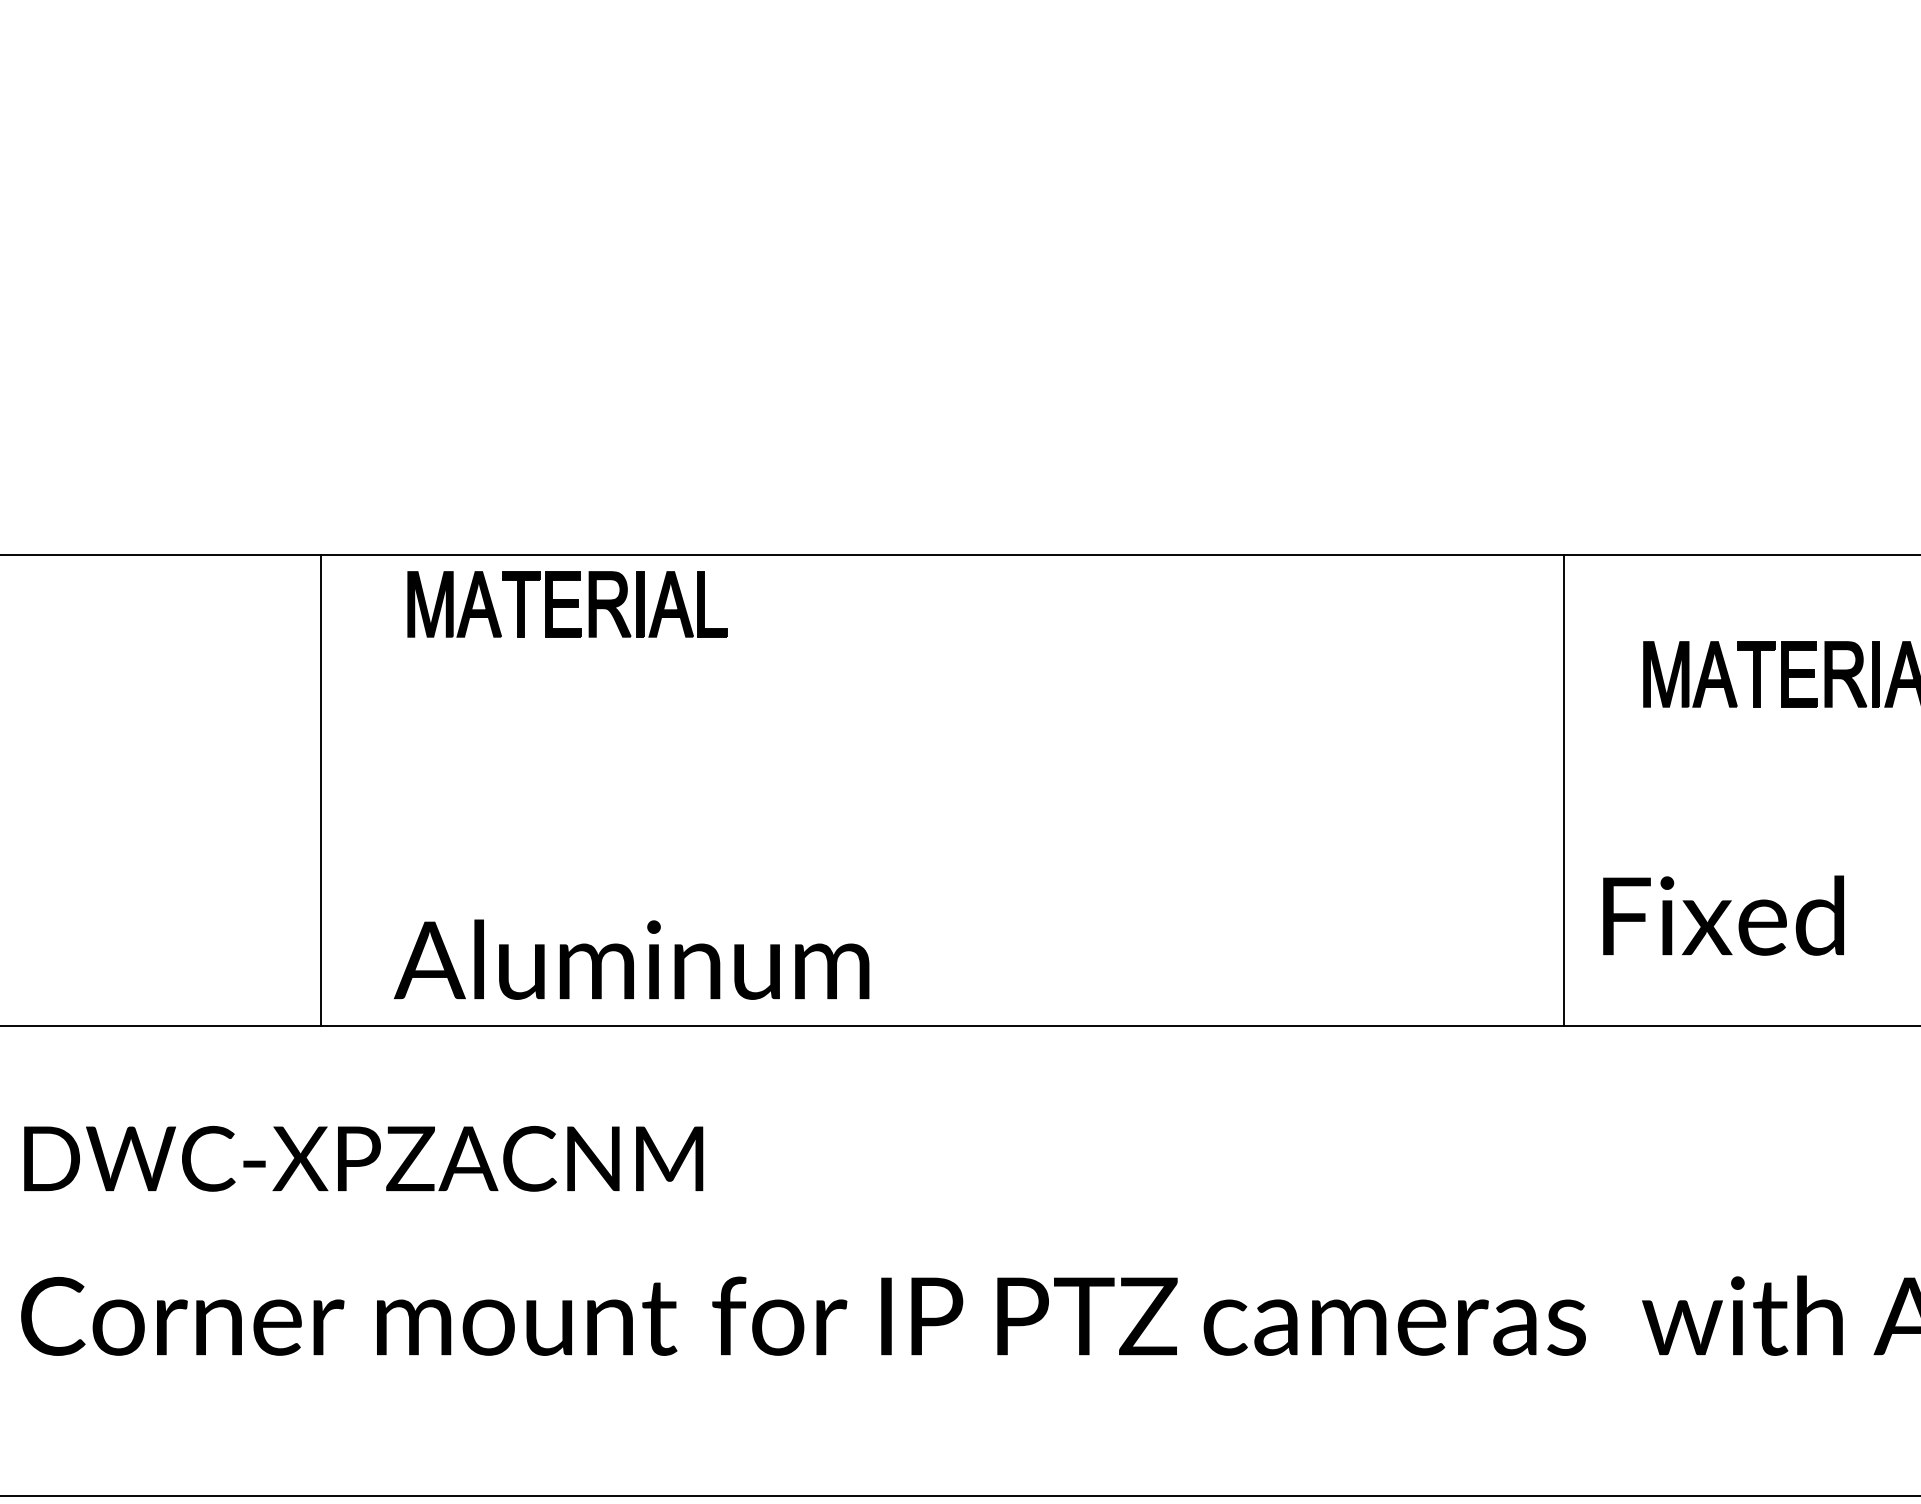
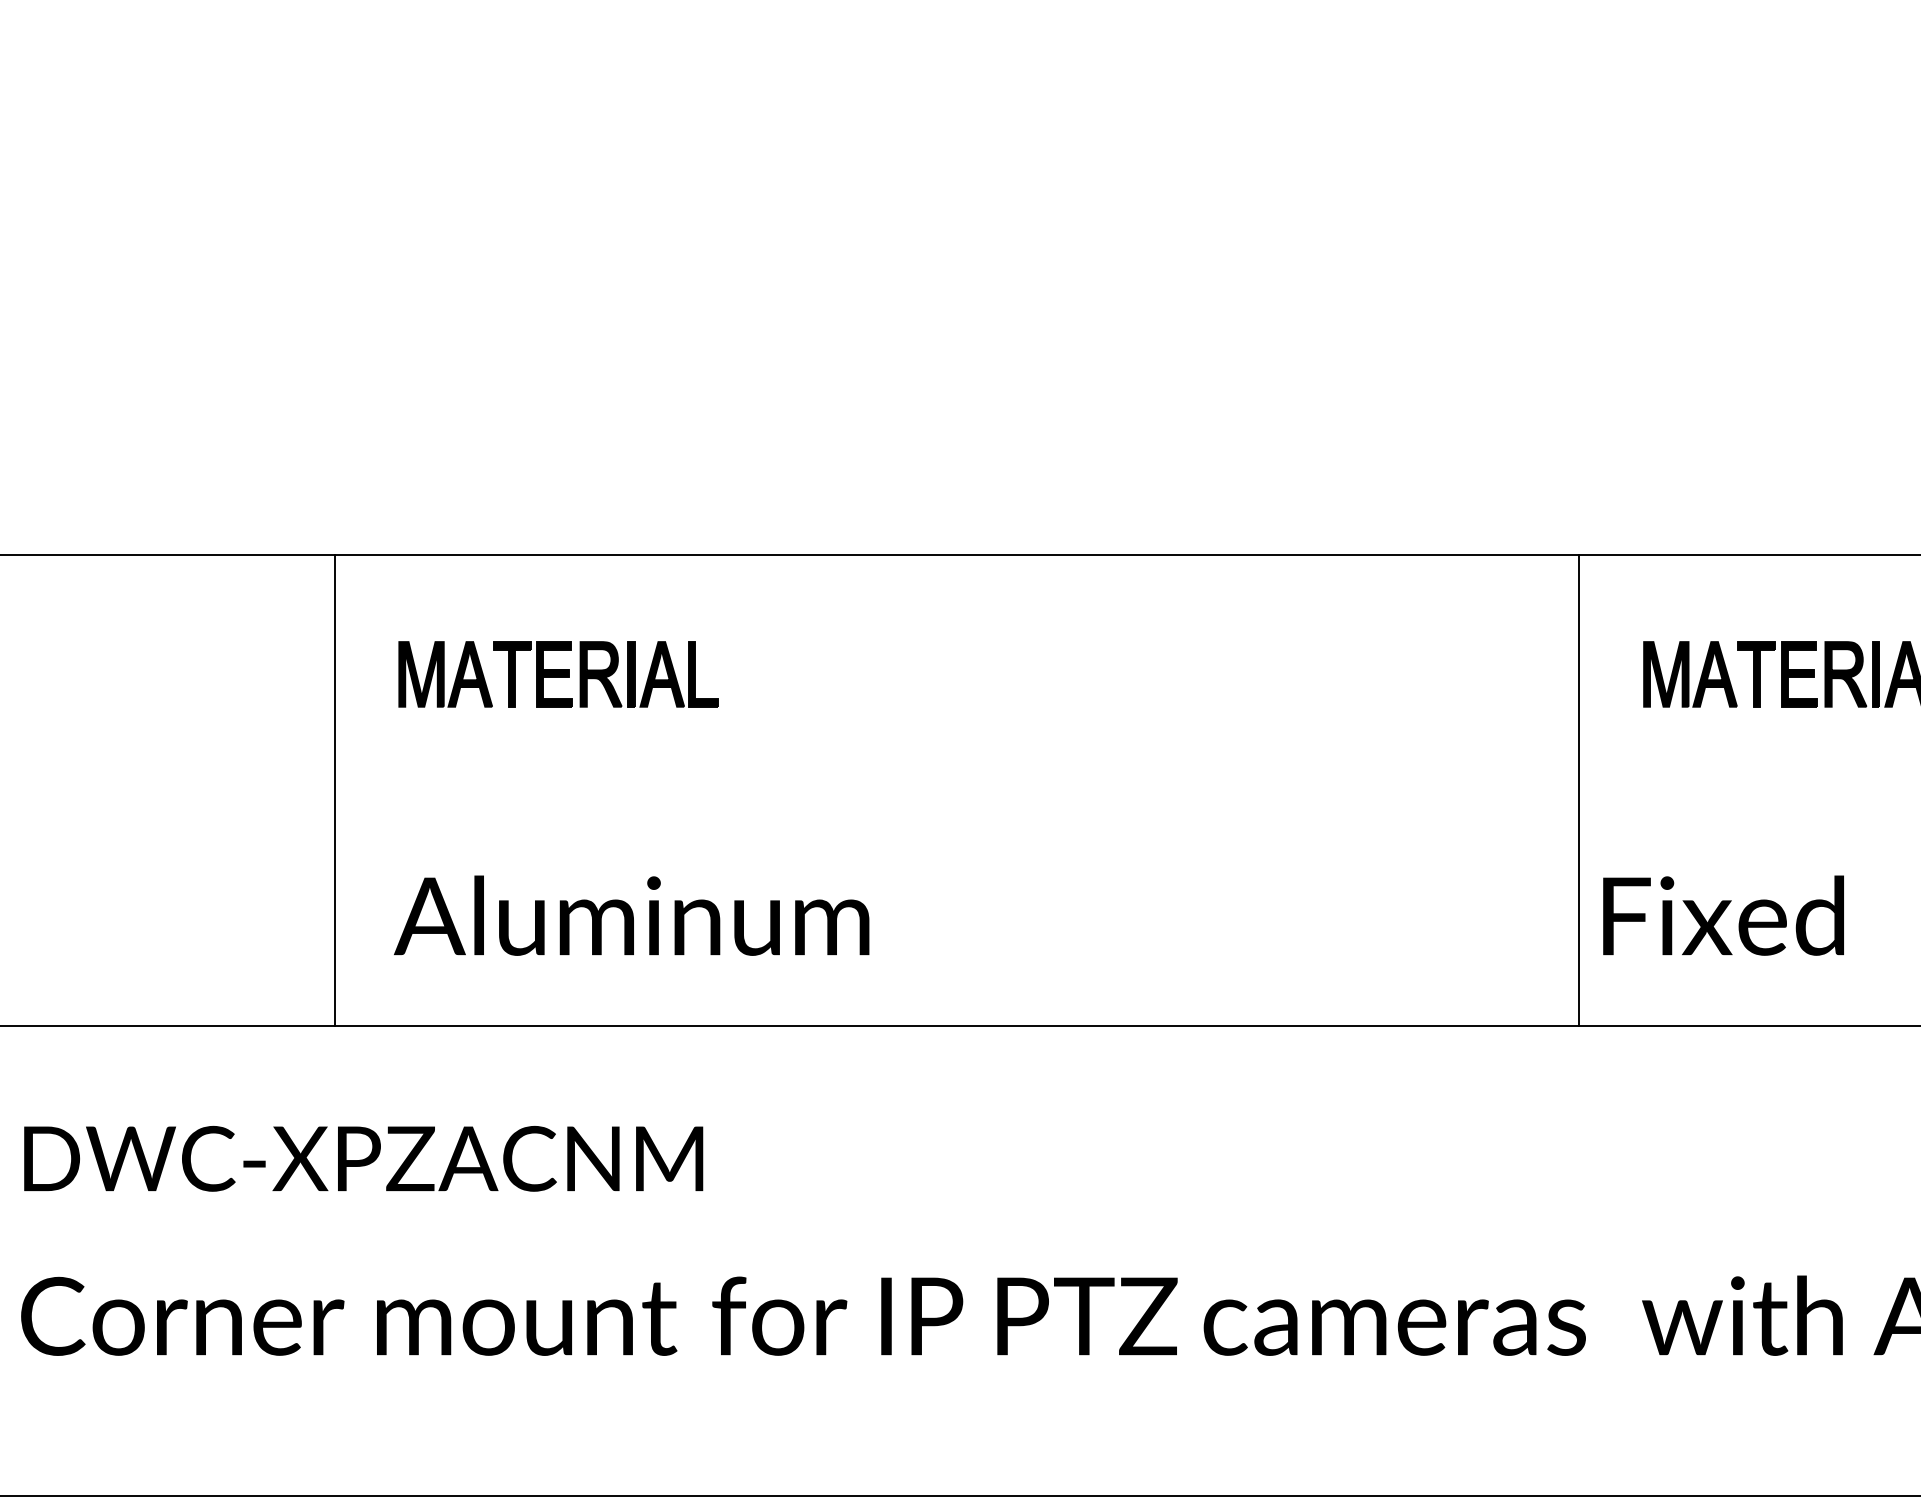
part at (567, 604) position: (567, 604) -> (558, 674)
line at (320, 790) position: (320, 790) -> (334, 790)
line at (1564, 790) position: (1564, 790) -> (1579, 790)
text at (631, 959) position: (631, 959) -> (631, 915)
